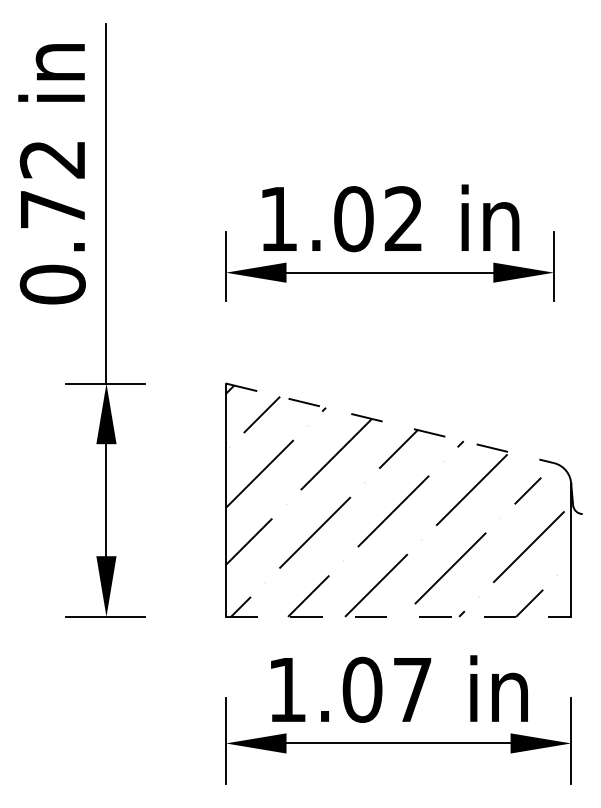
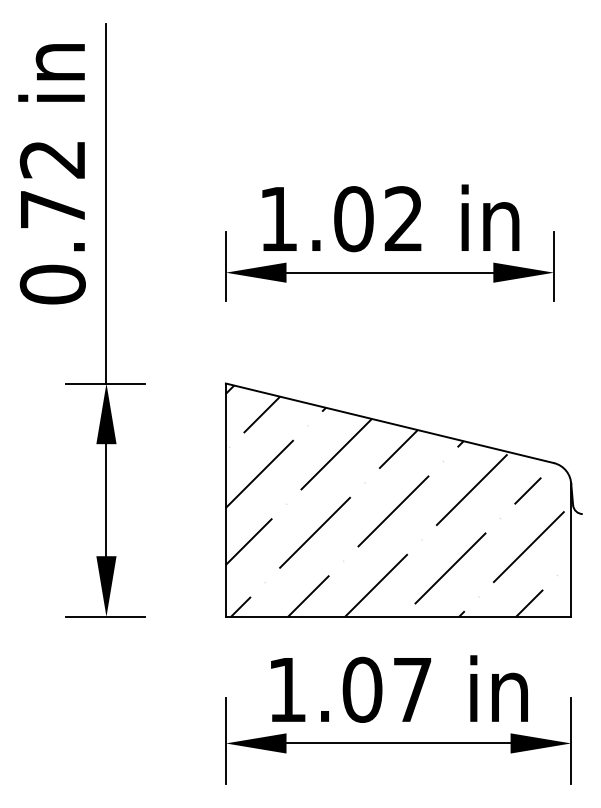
line at (389, 423): dashed -> solid
line at (398, 616): dashed -> solid
